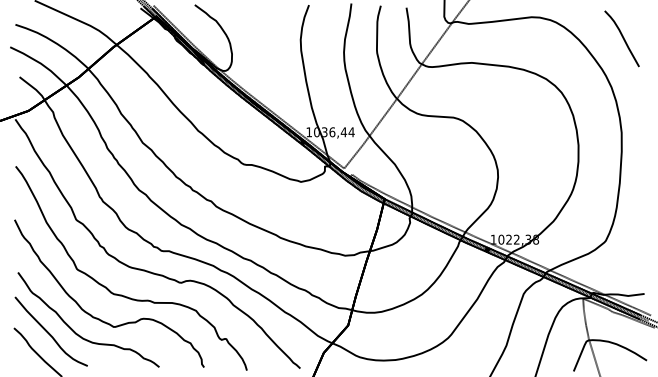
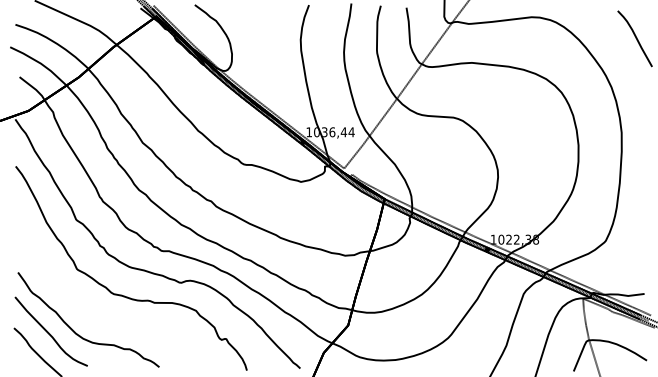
curve at (622, 38) position: (622, 38) -> (635, 38)
curve at (97, 317): present -> none
